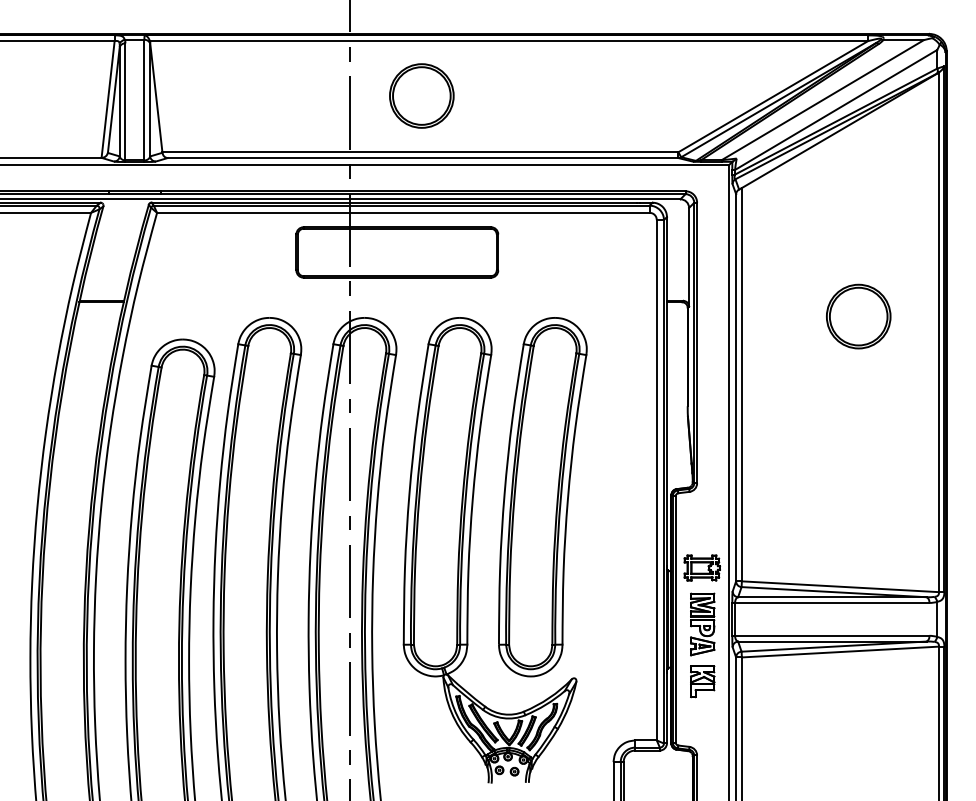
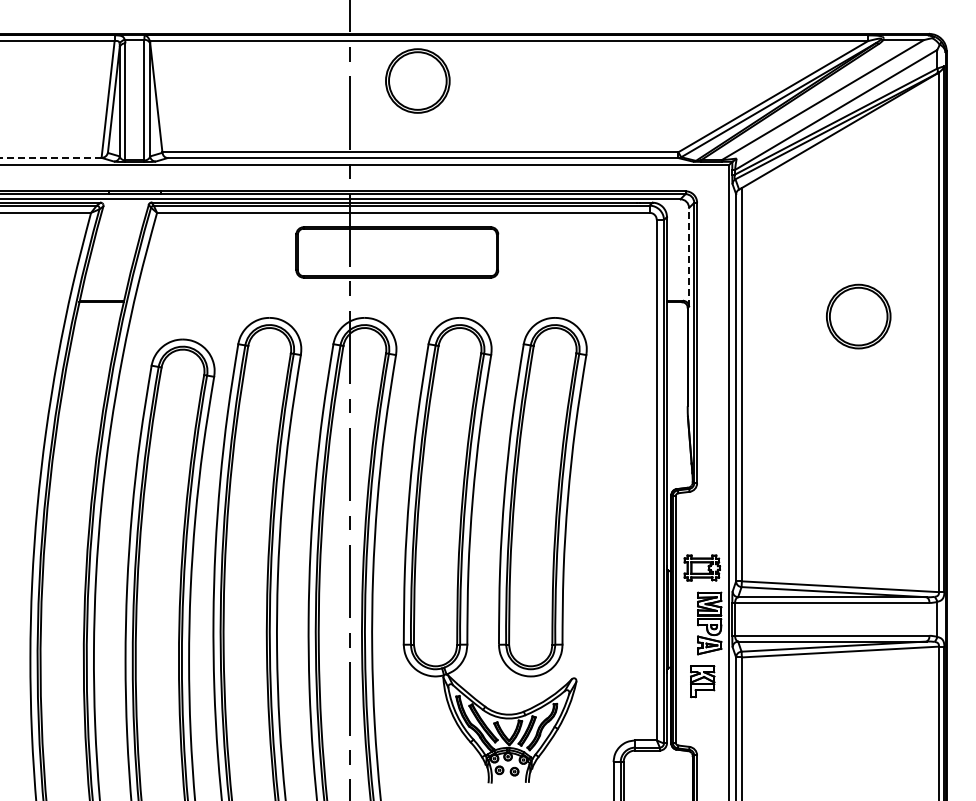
part at (421, 95) position: (421, 95) -> (417, 80)
line at (50, 157): solid -> dashed
line at (689, 256): solid -> dashed
part at (702, 624) position: (702, 624) -> (709, 623)
